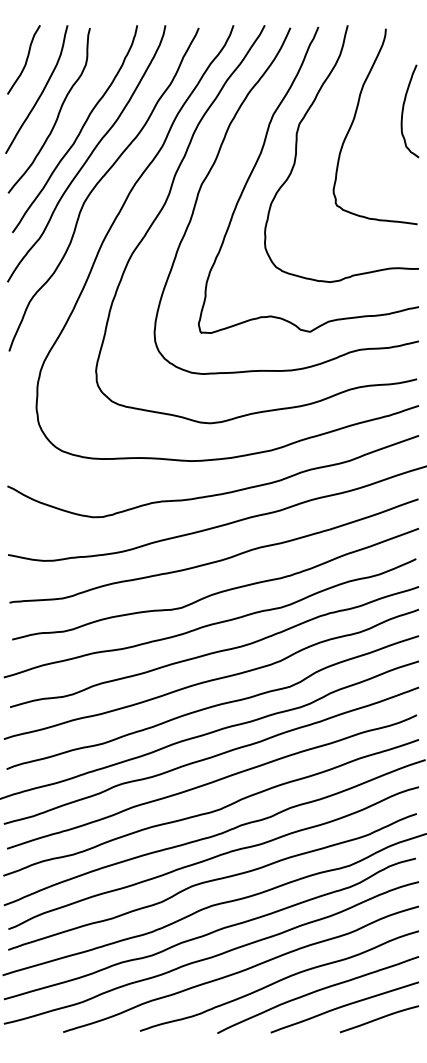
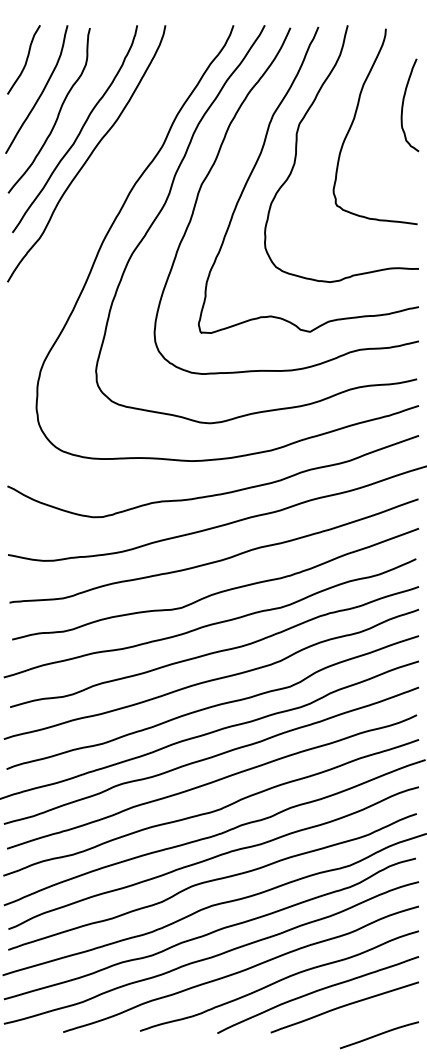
curve at (403, 111) position: (403, 111) -> (403, 105)
curve at (97, 185): present -> none
curve at (379, 1019) position: (379, 1019) -> (379, 1035)
